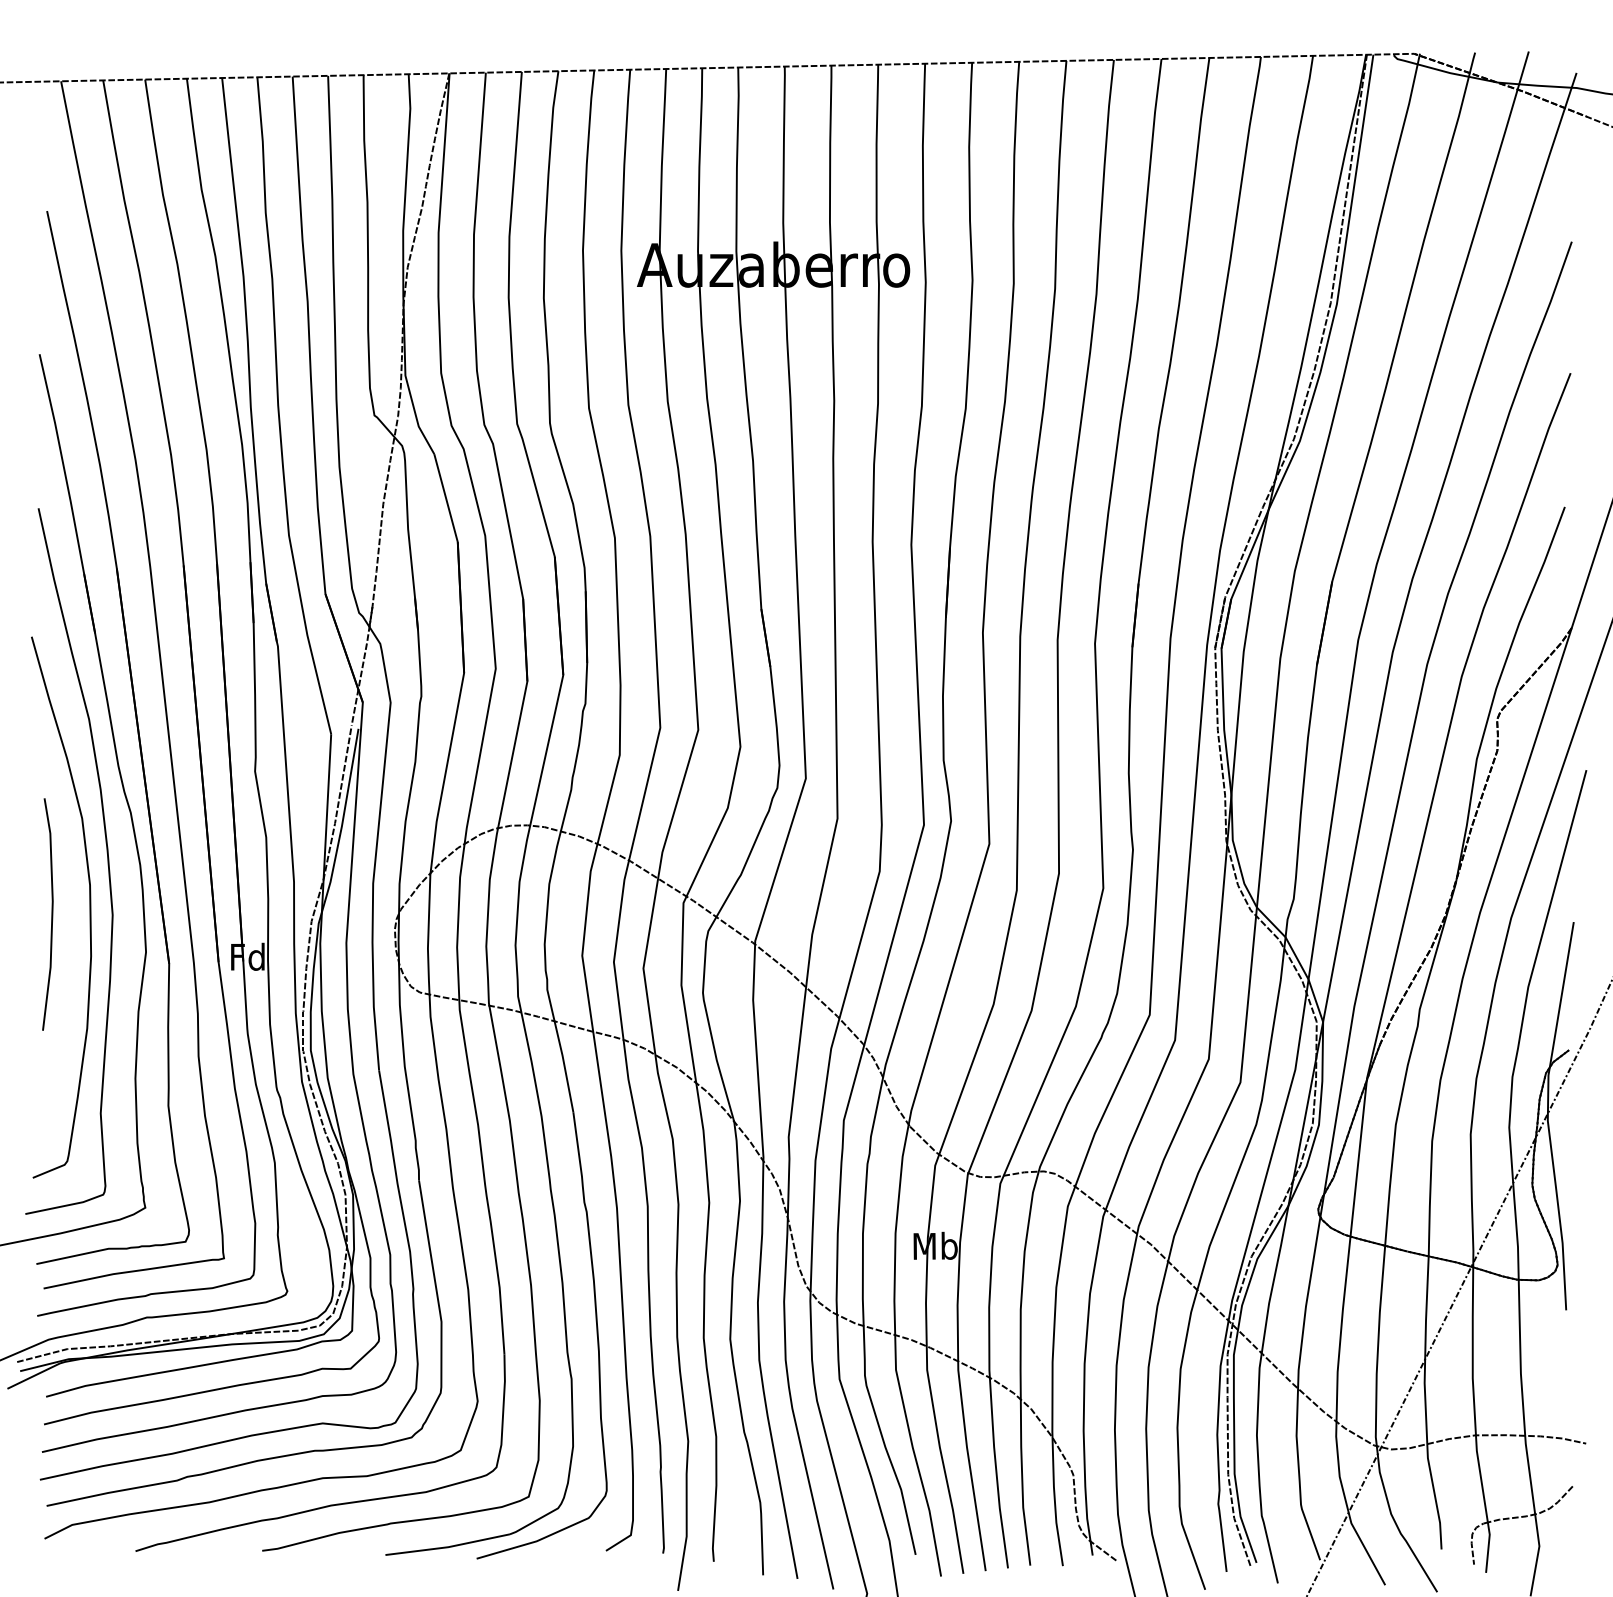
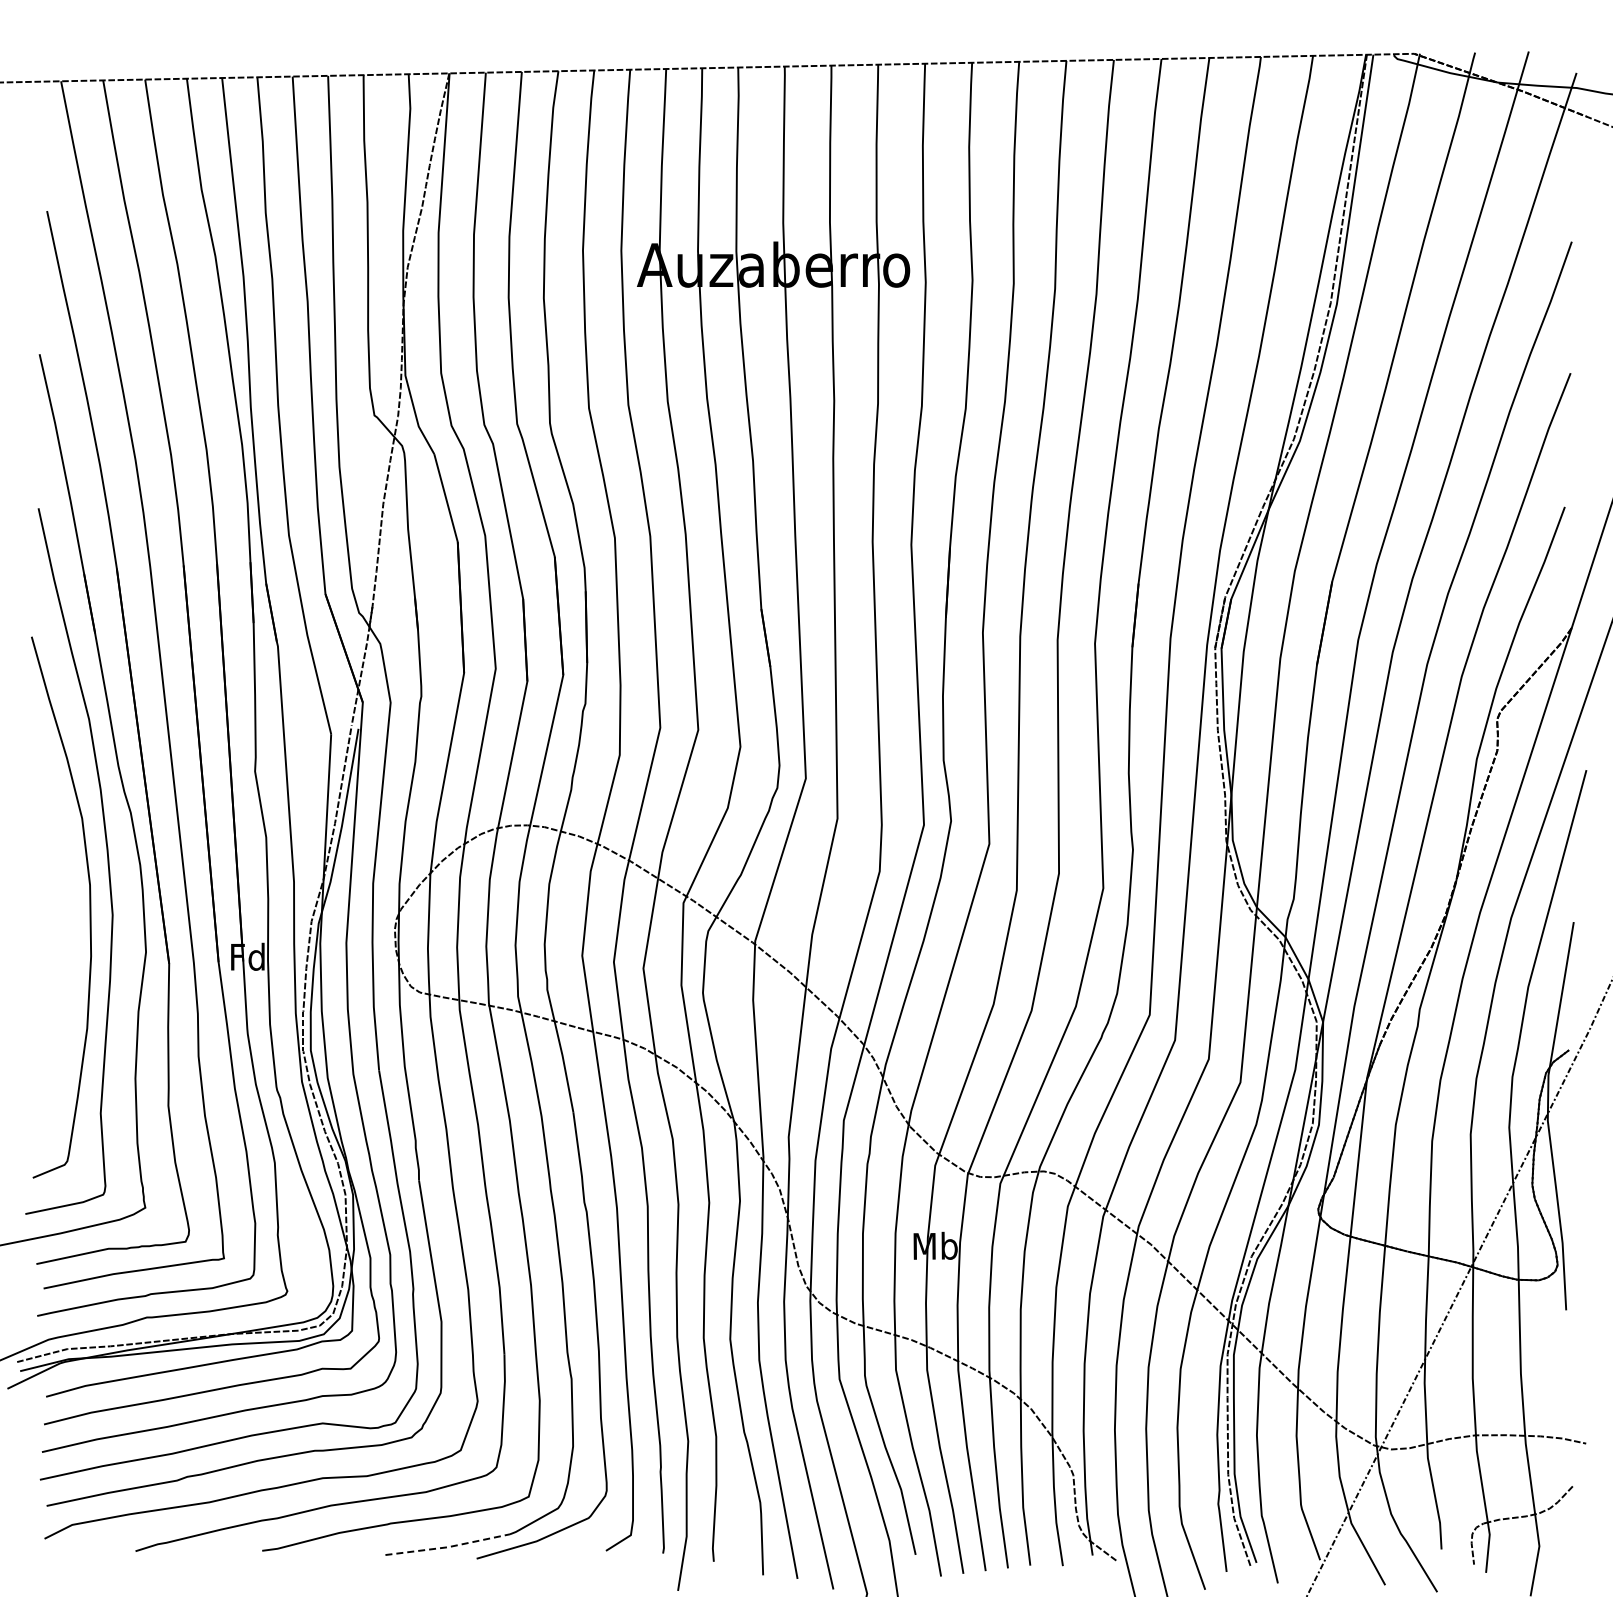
line at (51, 914): present -> none
line at (448, 1547): solid -> dashed
